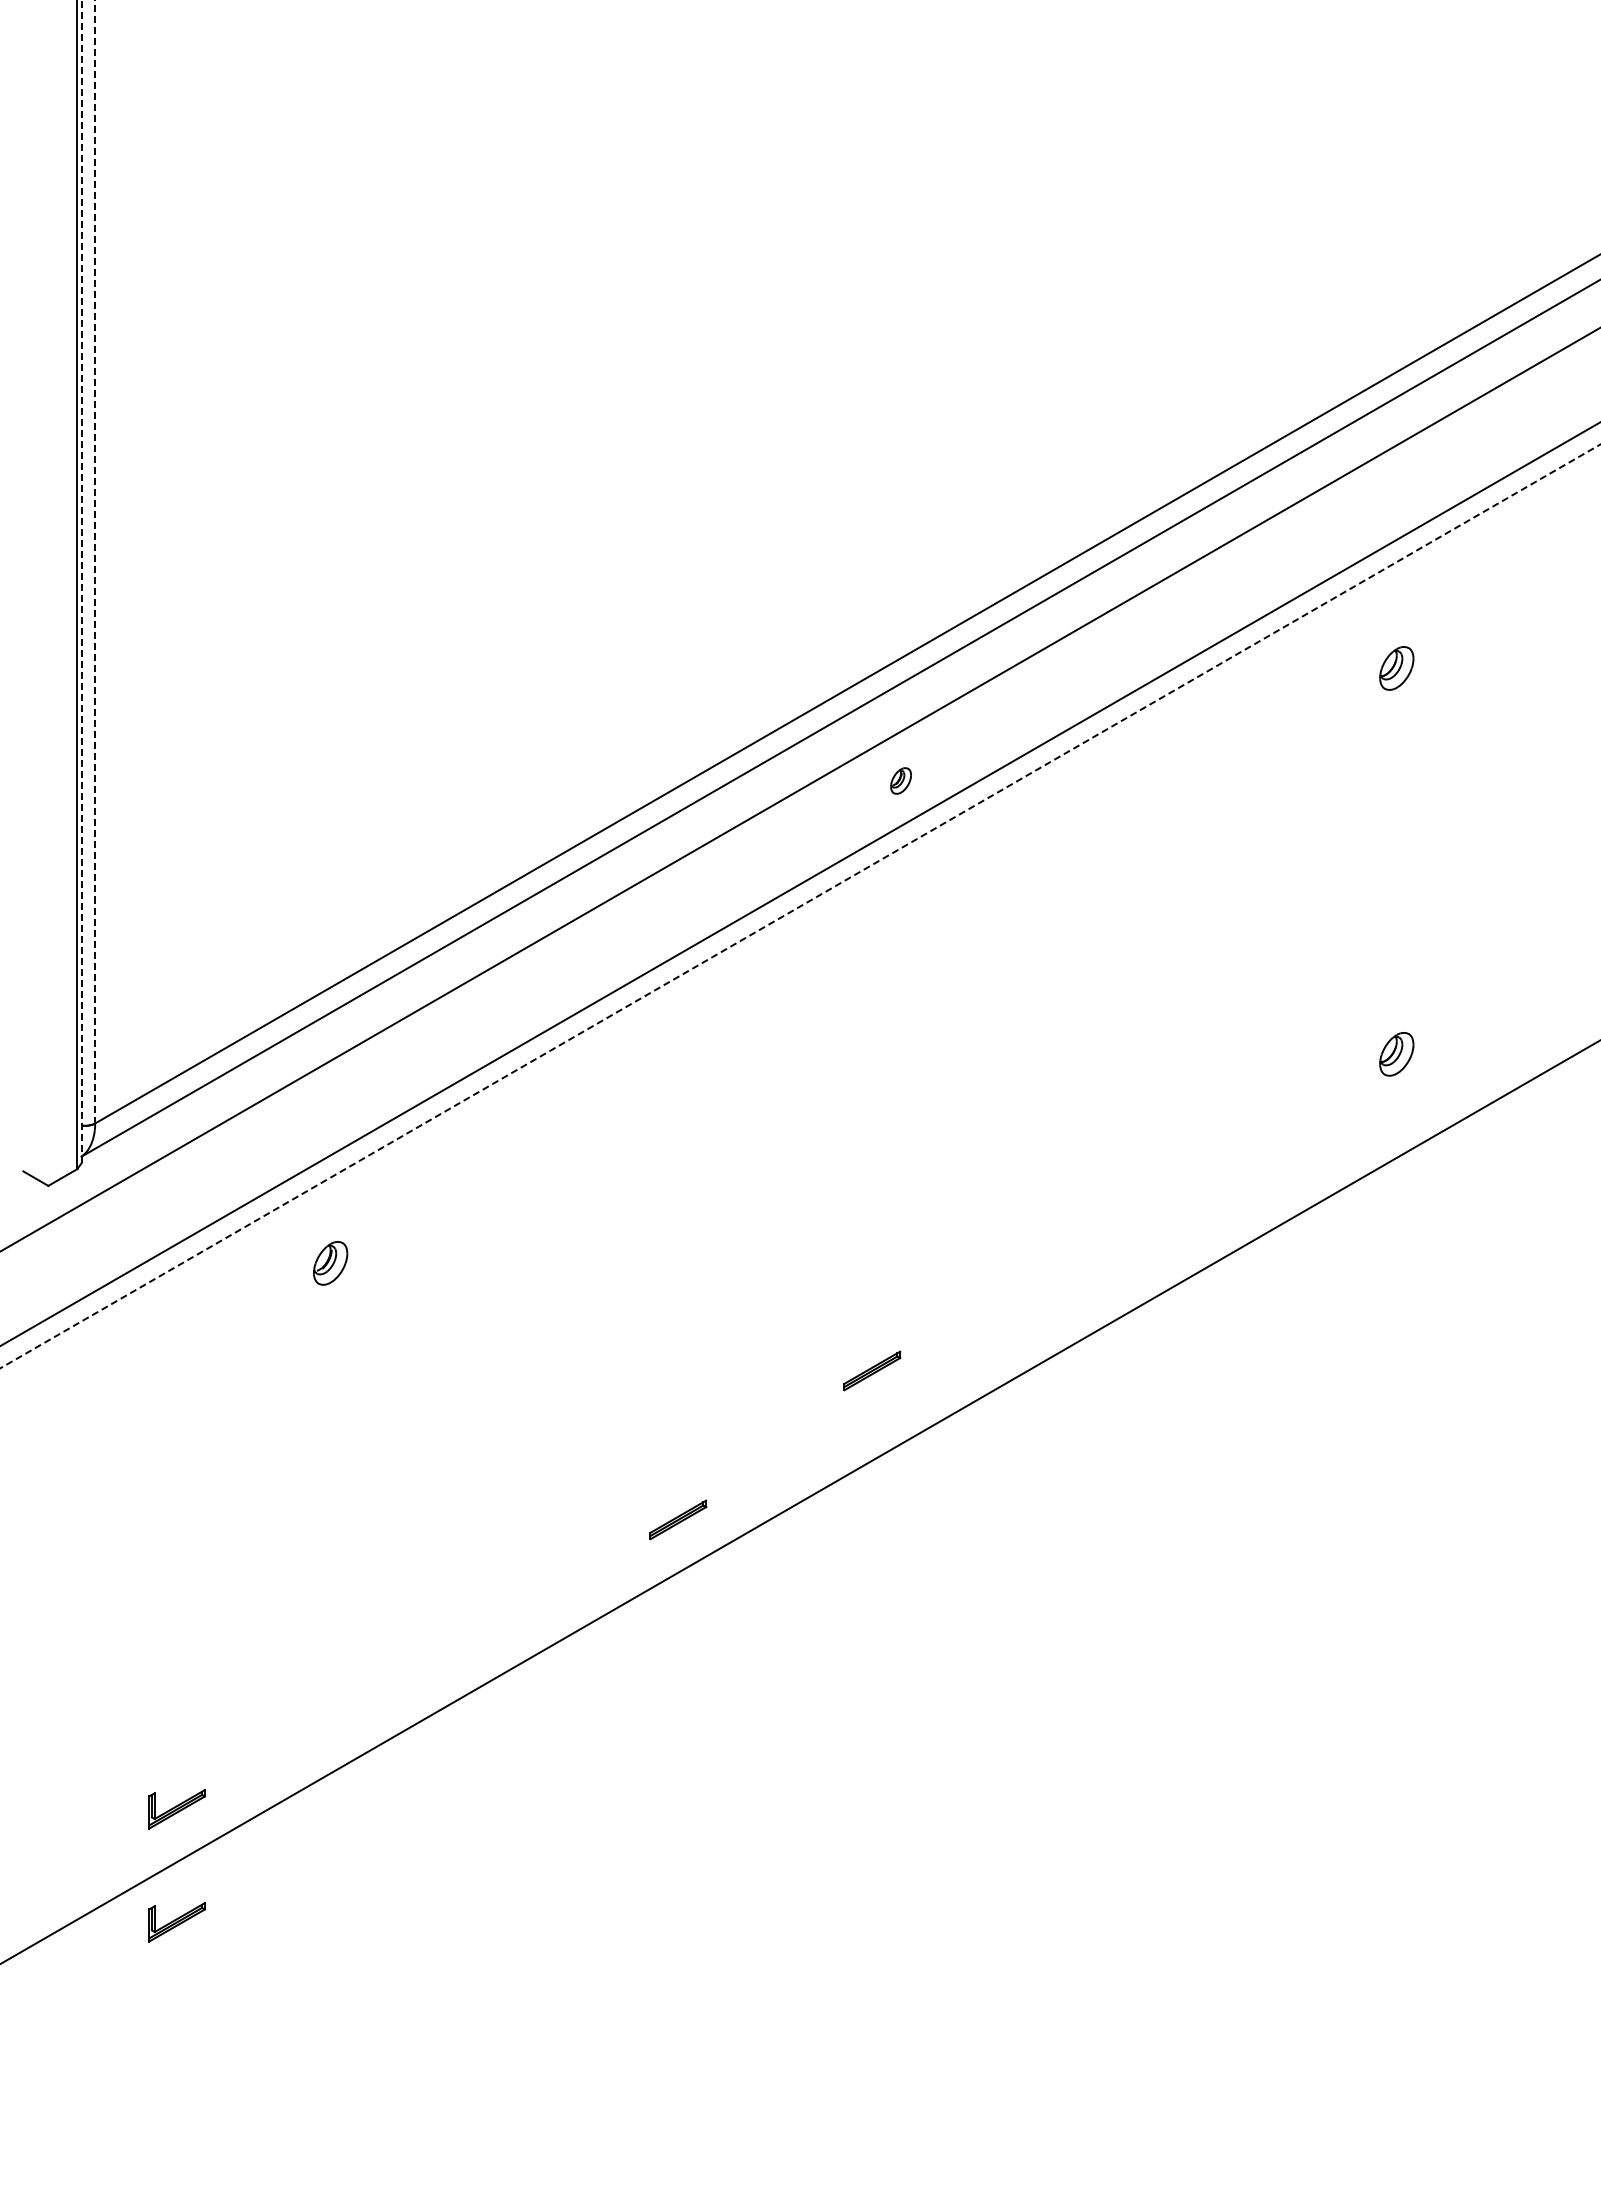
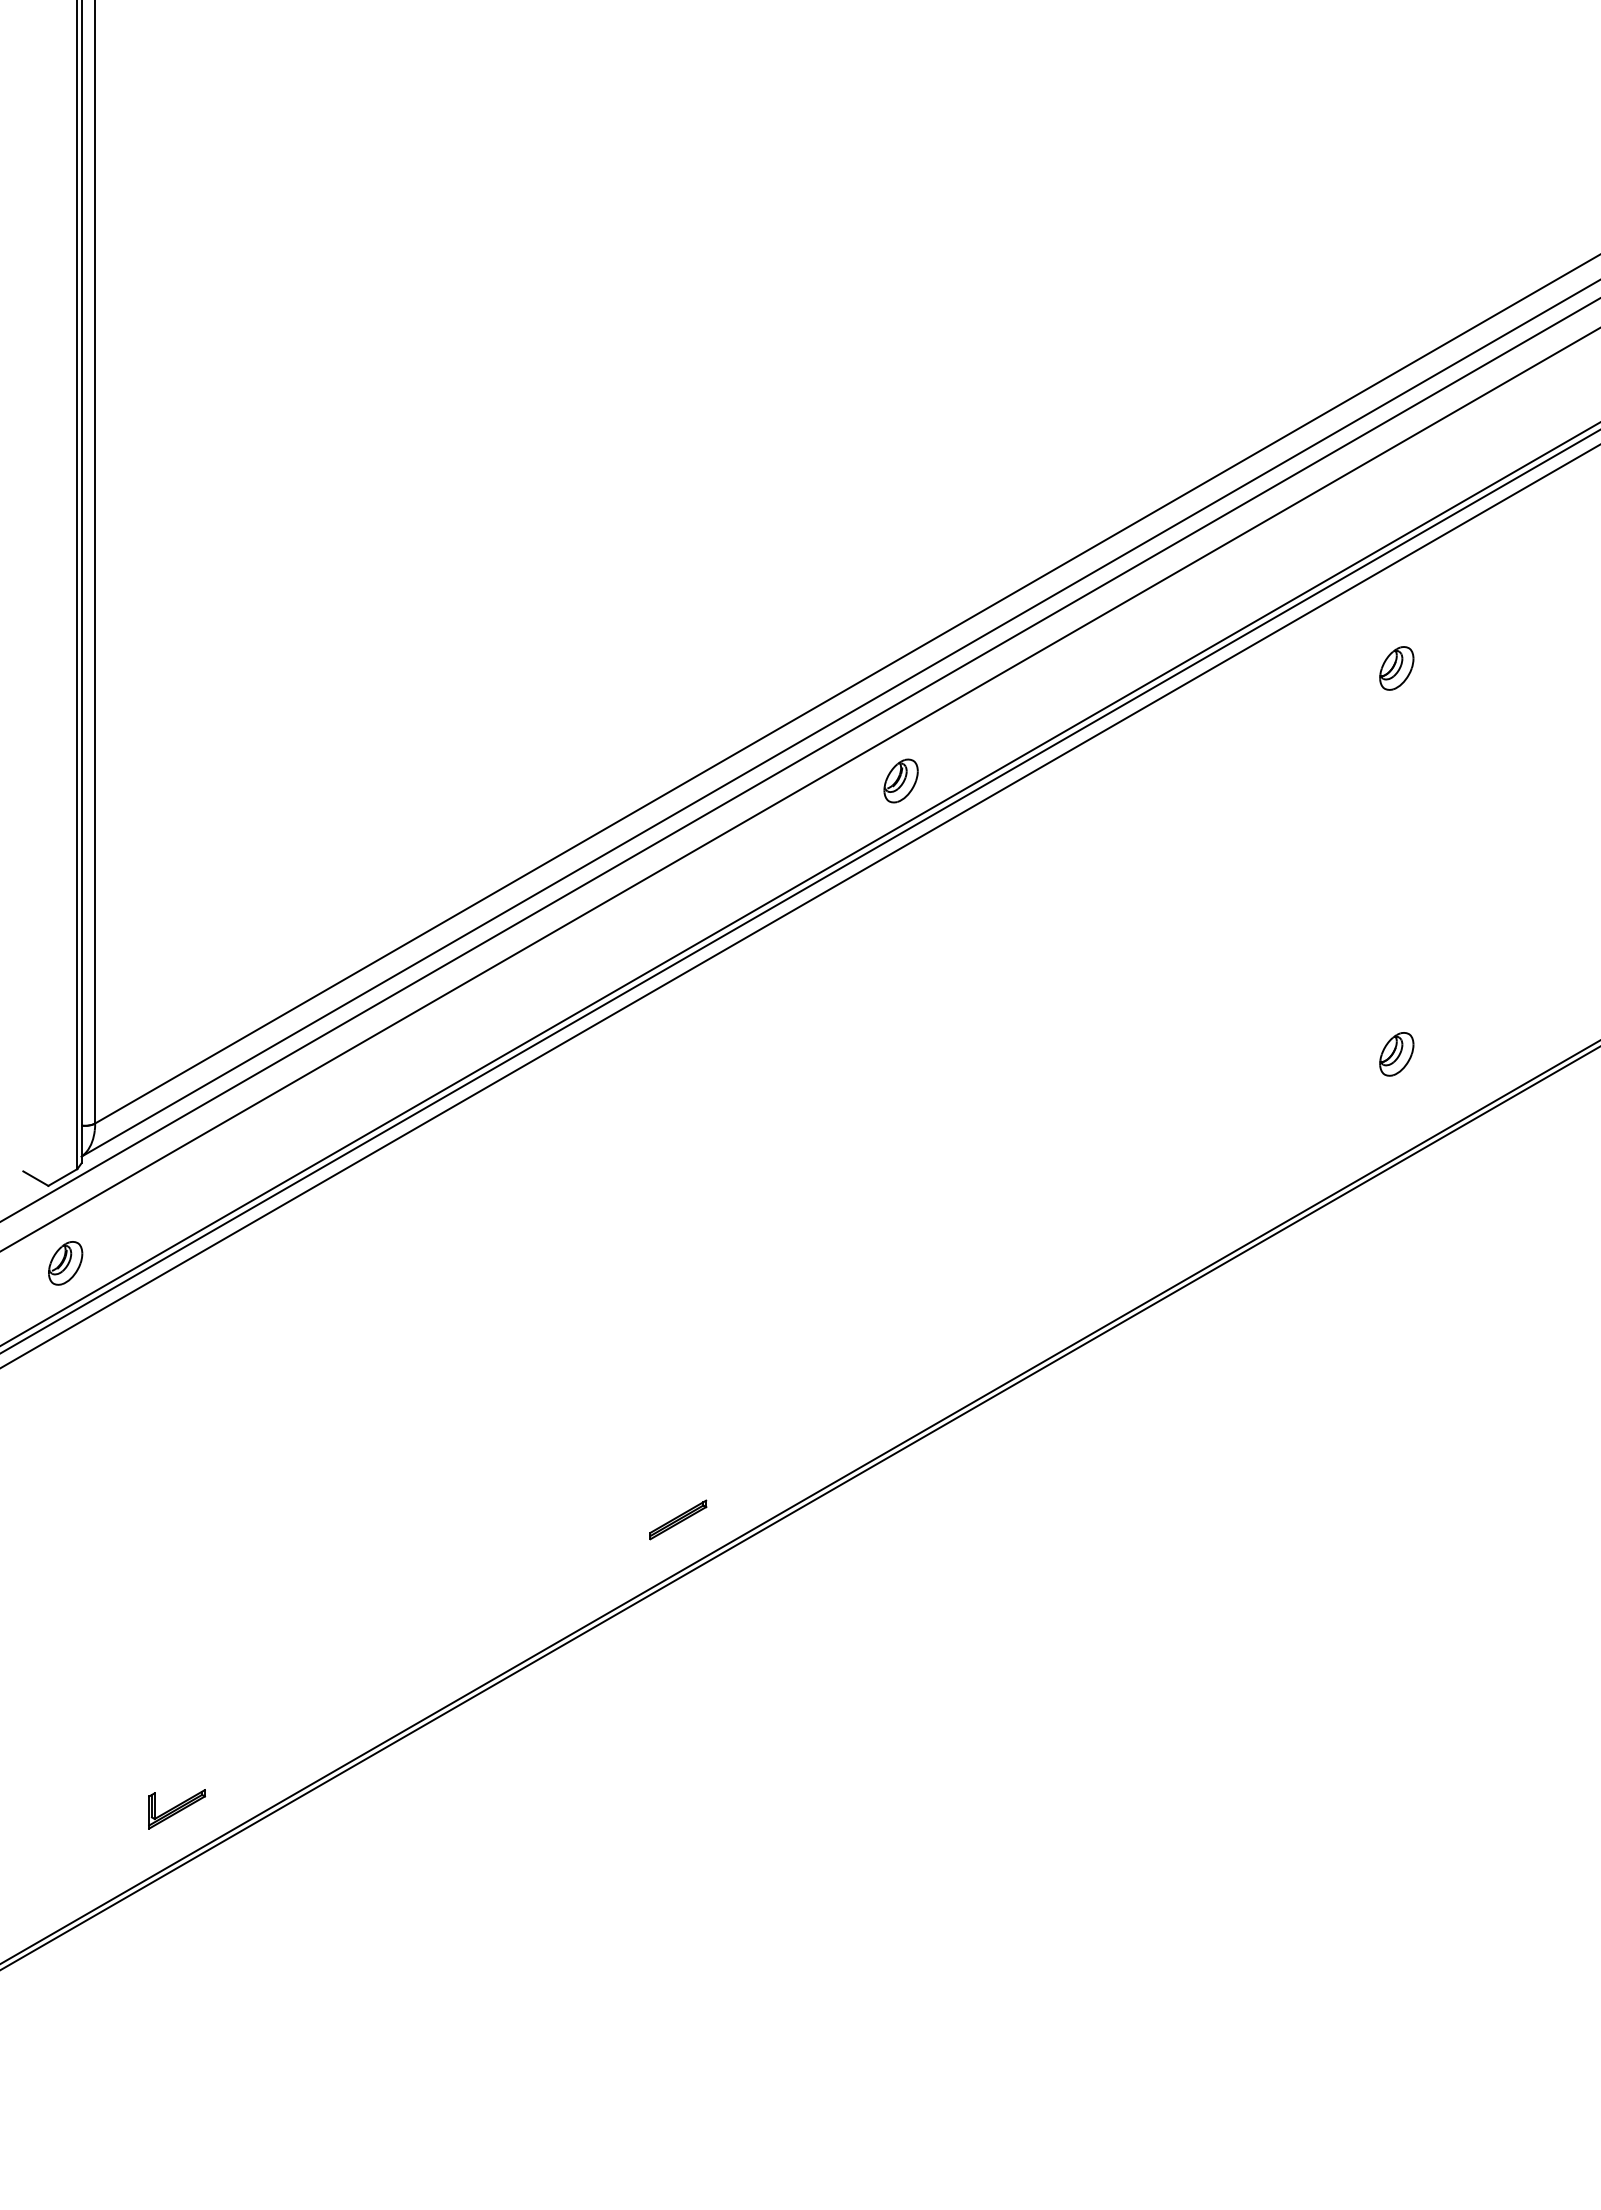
line at (95, 561): dashed -> solid
line at (81, 581): dashed -> solid
line at (799, 759): none -> present
part at (900, 780) size: 22x28 px -> 36x46 px
line at (799, 891): none -> present
line at (801, 905): dashed -> solid
part at (330, 1263) position: (330, 1263) -> (65, 1263)
part at (872, 1370): present -> none
line at (799, 1508): none -> present
part at (176, 1922): present -> none
